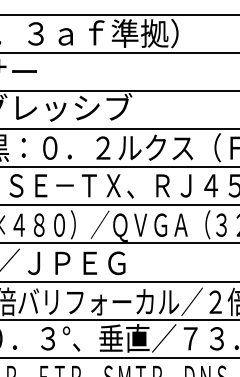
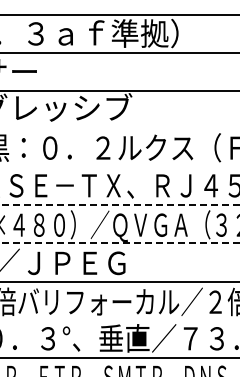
line at (119, 129): present -> none
line at (119, 167): present -> none
line at (120, 205): solid -> dashed
line at (120, 243): solid -> dashed
line at (119, 319): present -> none
